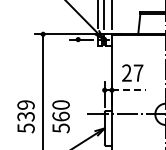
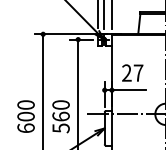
line at (129, 90): dashed -> solid
line at (78, 93): none -> present
text at (25, 116): 539 -> 600
